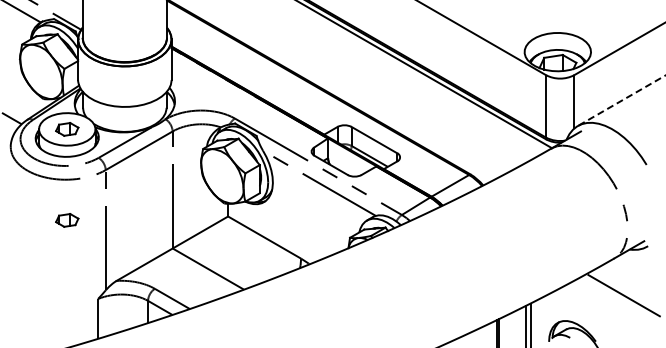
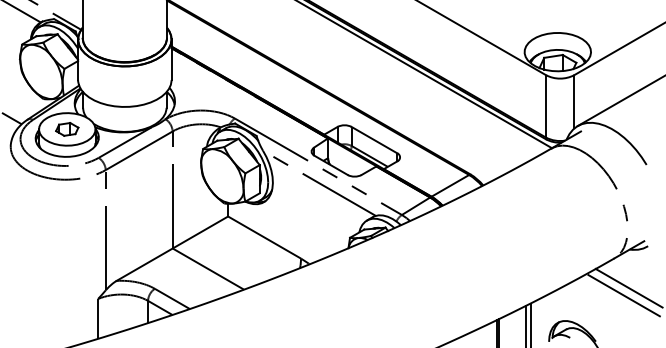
line at (621, 101): dashed -> solid
part at (67, 220): present -> none
line at (628, 287): none -> present
